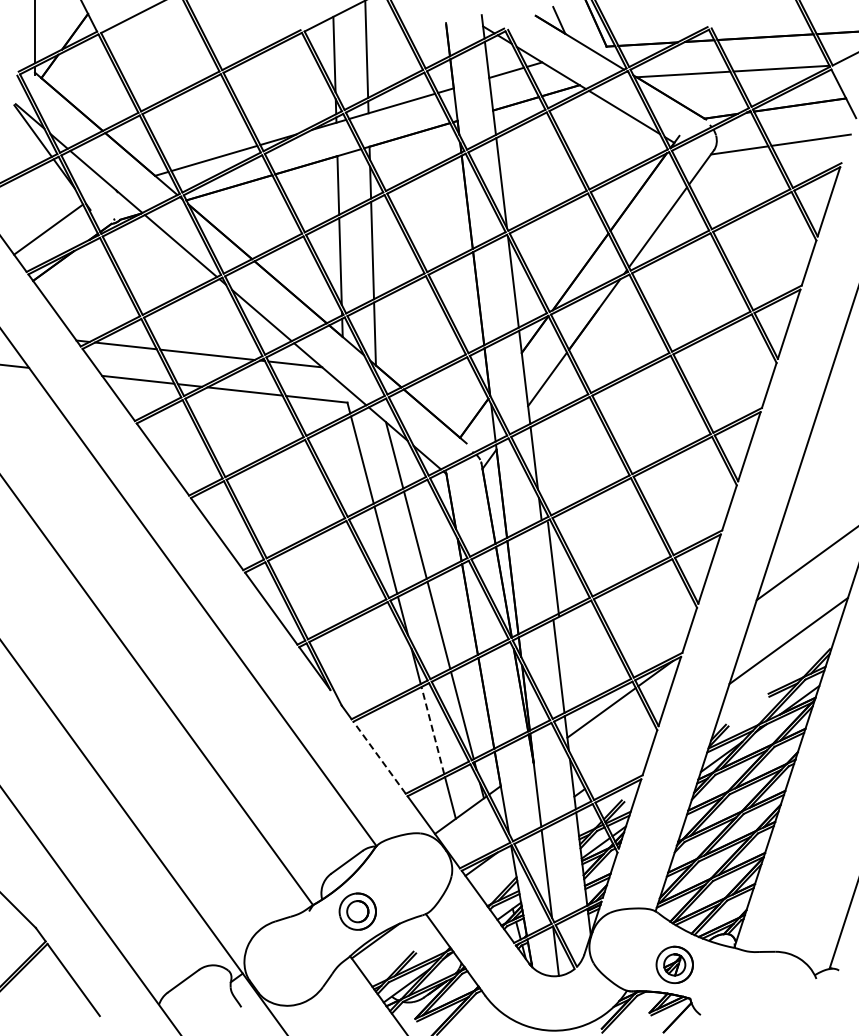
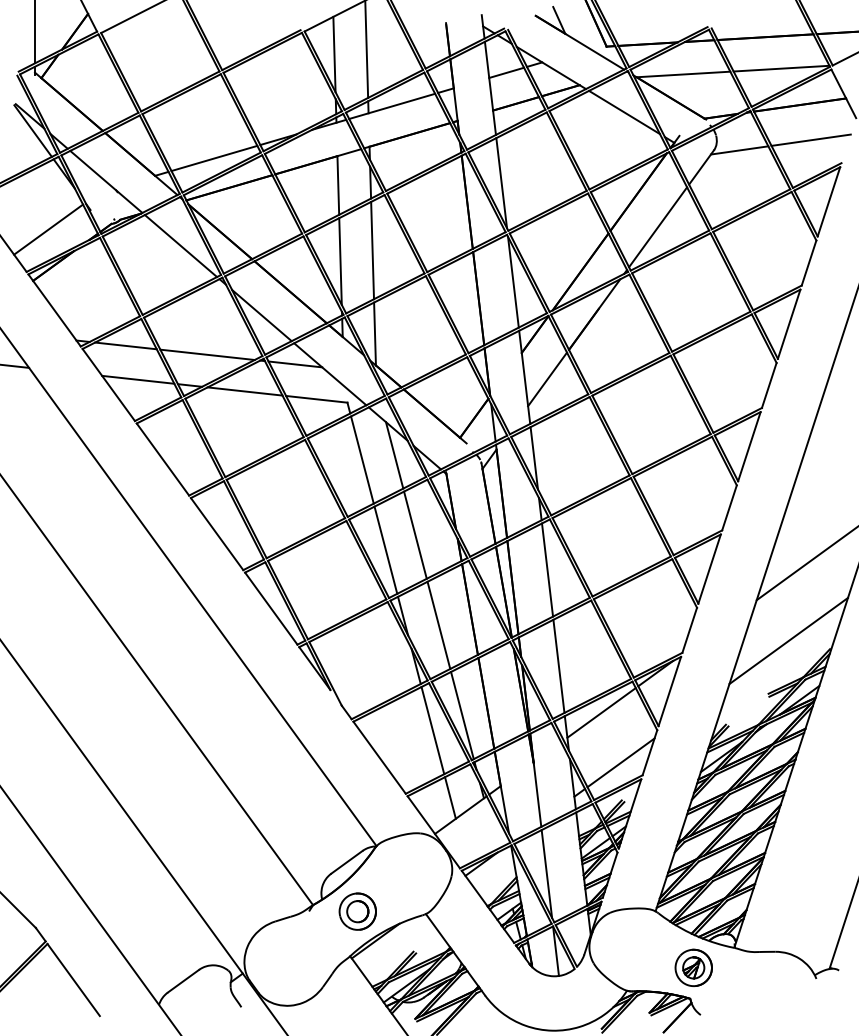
line at (553, 568) position: (553, 568) -> (547, 569)
line at (432, 730): dashed -> solid
line at (379, 757): dashed -> solid
line at (620, 762): none -> present
part at (674, 964) position: (674, 964) -> (693, 967)
